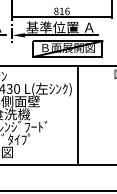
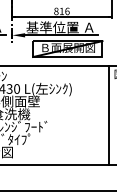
line at (77, 115) position: (77, 115) -> (108, 115)
